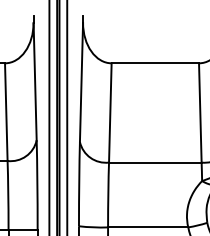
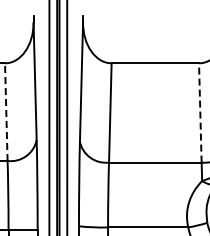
line at (6, 112): solid -> dashed
line at (200, 112): solid -> dashed
